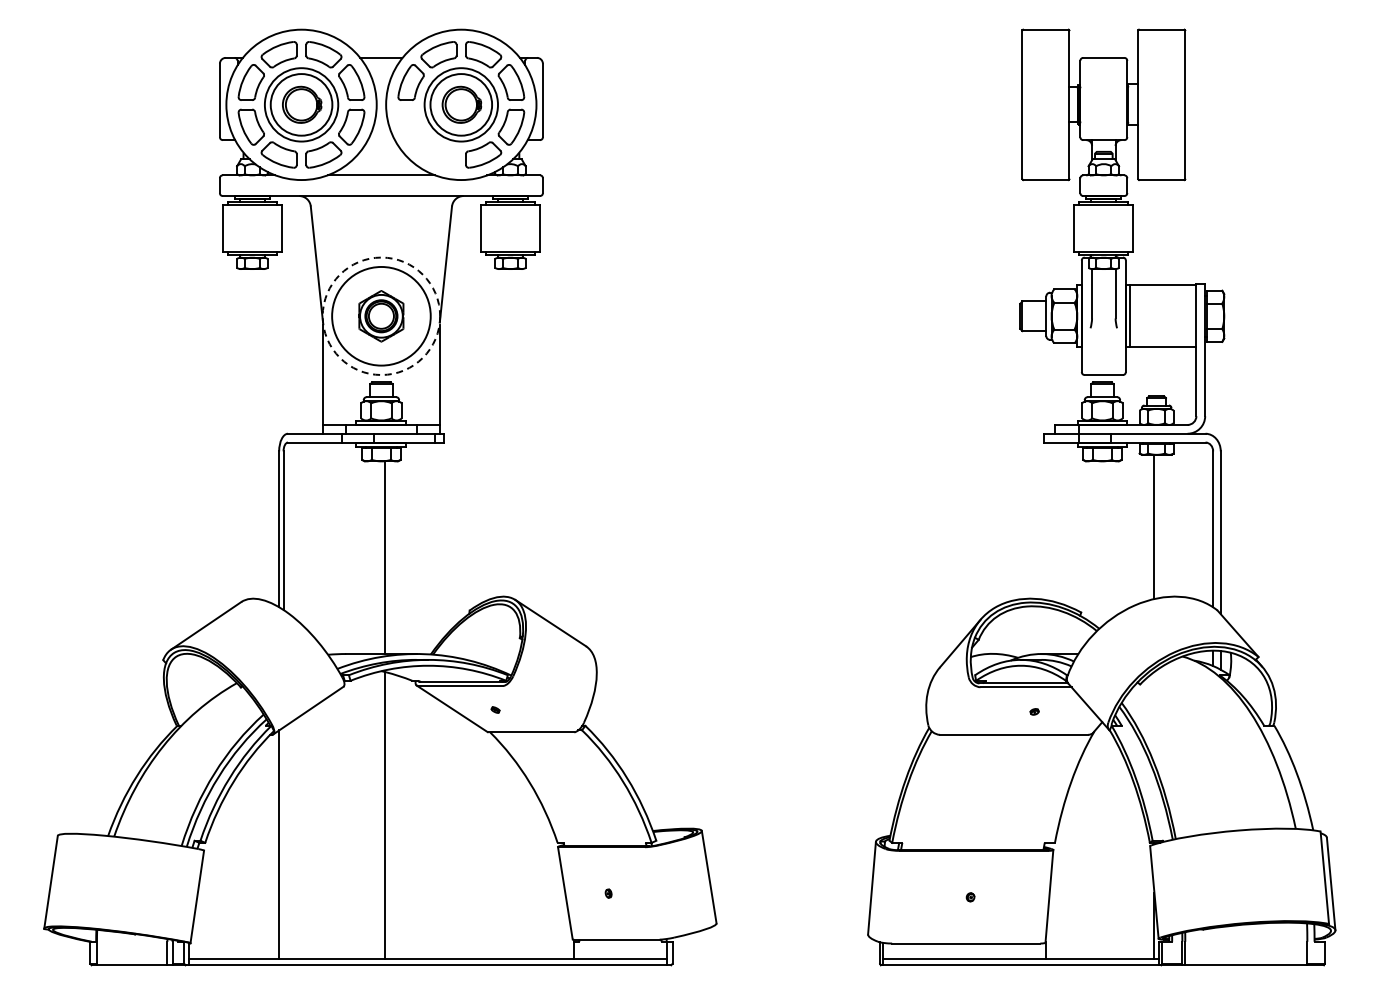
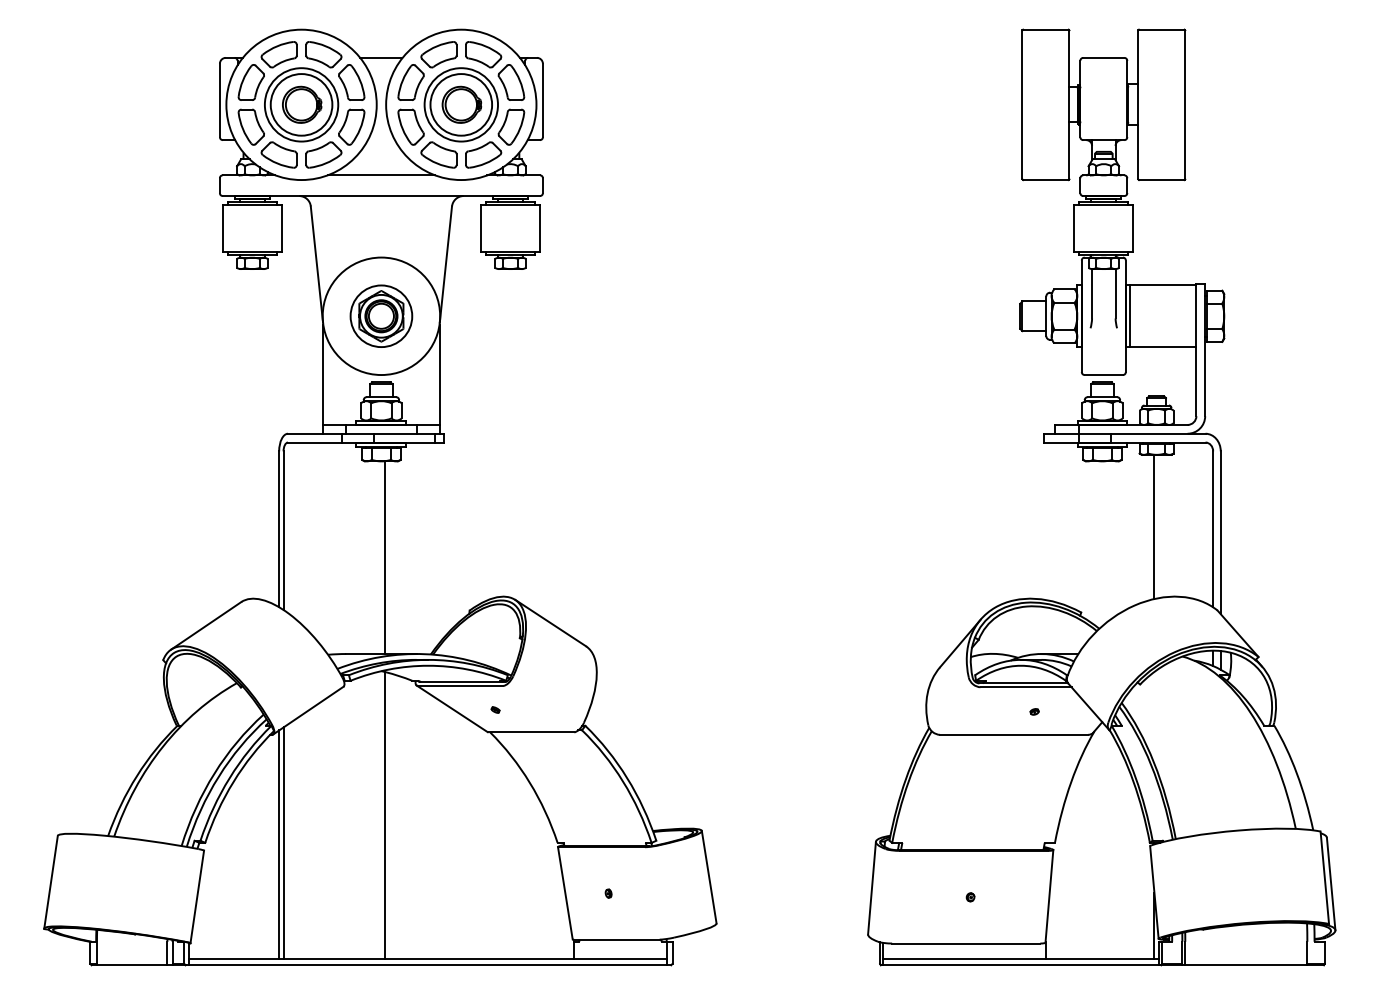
part at (427, 138): none -> present
circle at (381, 315) diameter: 99 px -> 62 px
circle at (381, 316): dashed -> solid
line at (283, 843): none -> present
